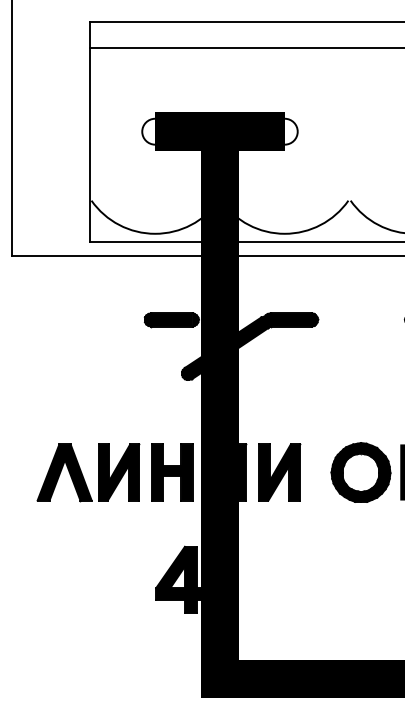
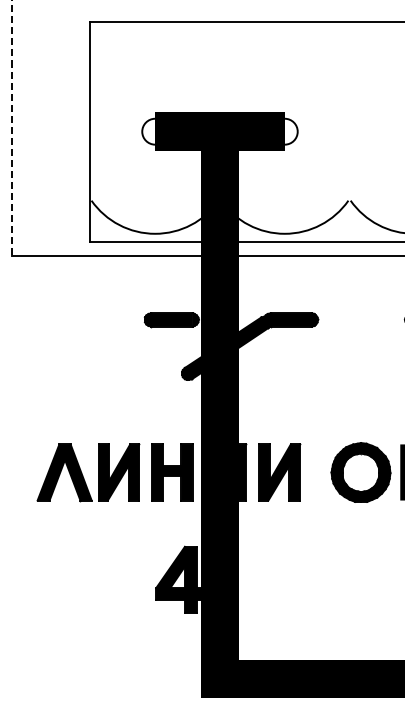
line at (245, 47): present -> none
line at (12, 128): solid -> dashed
